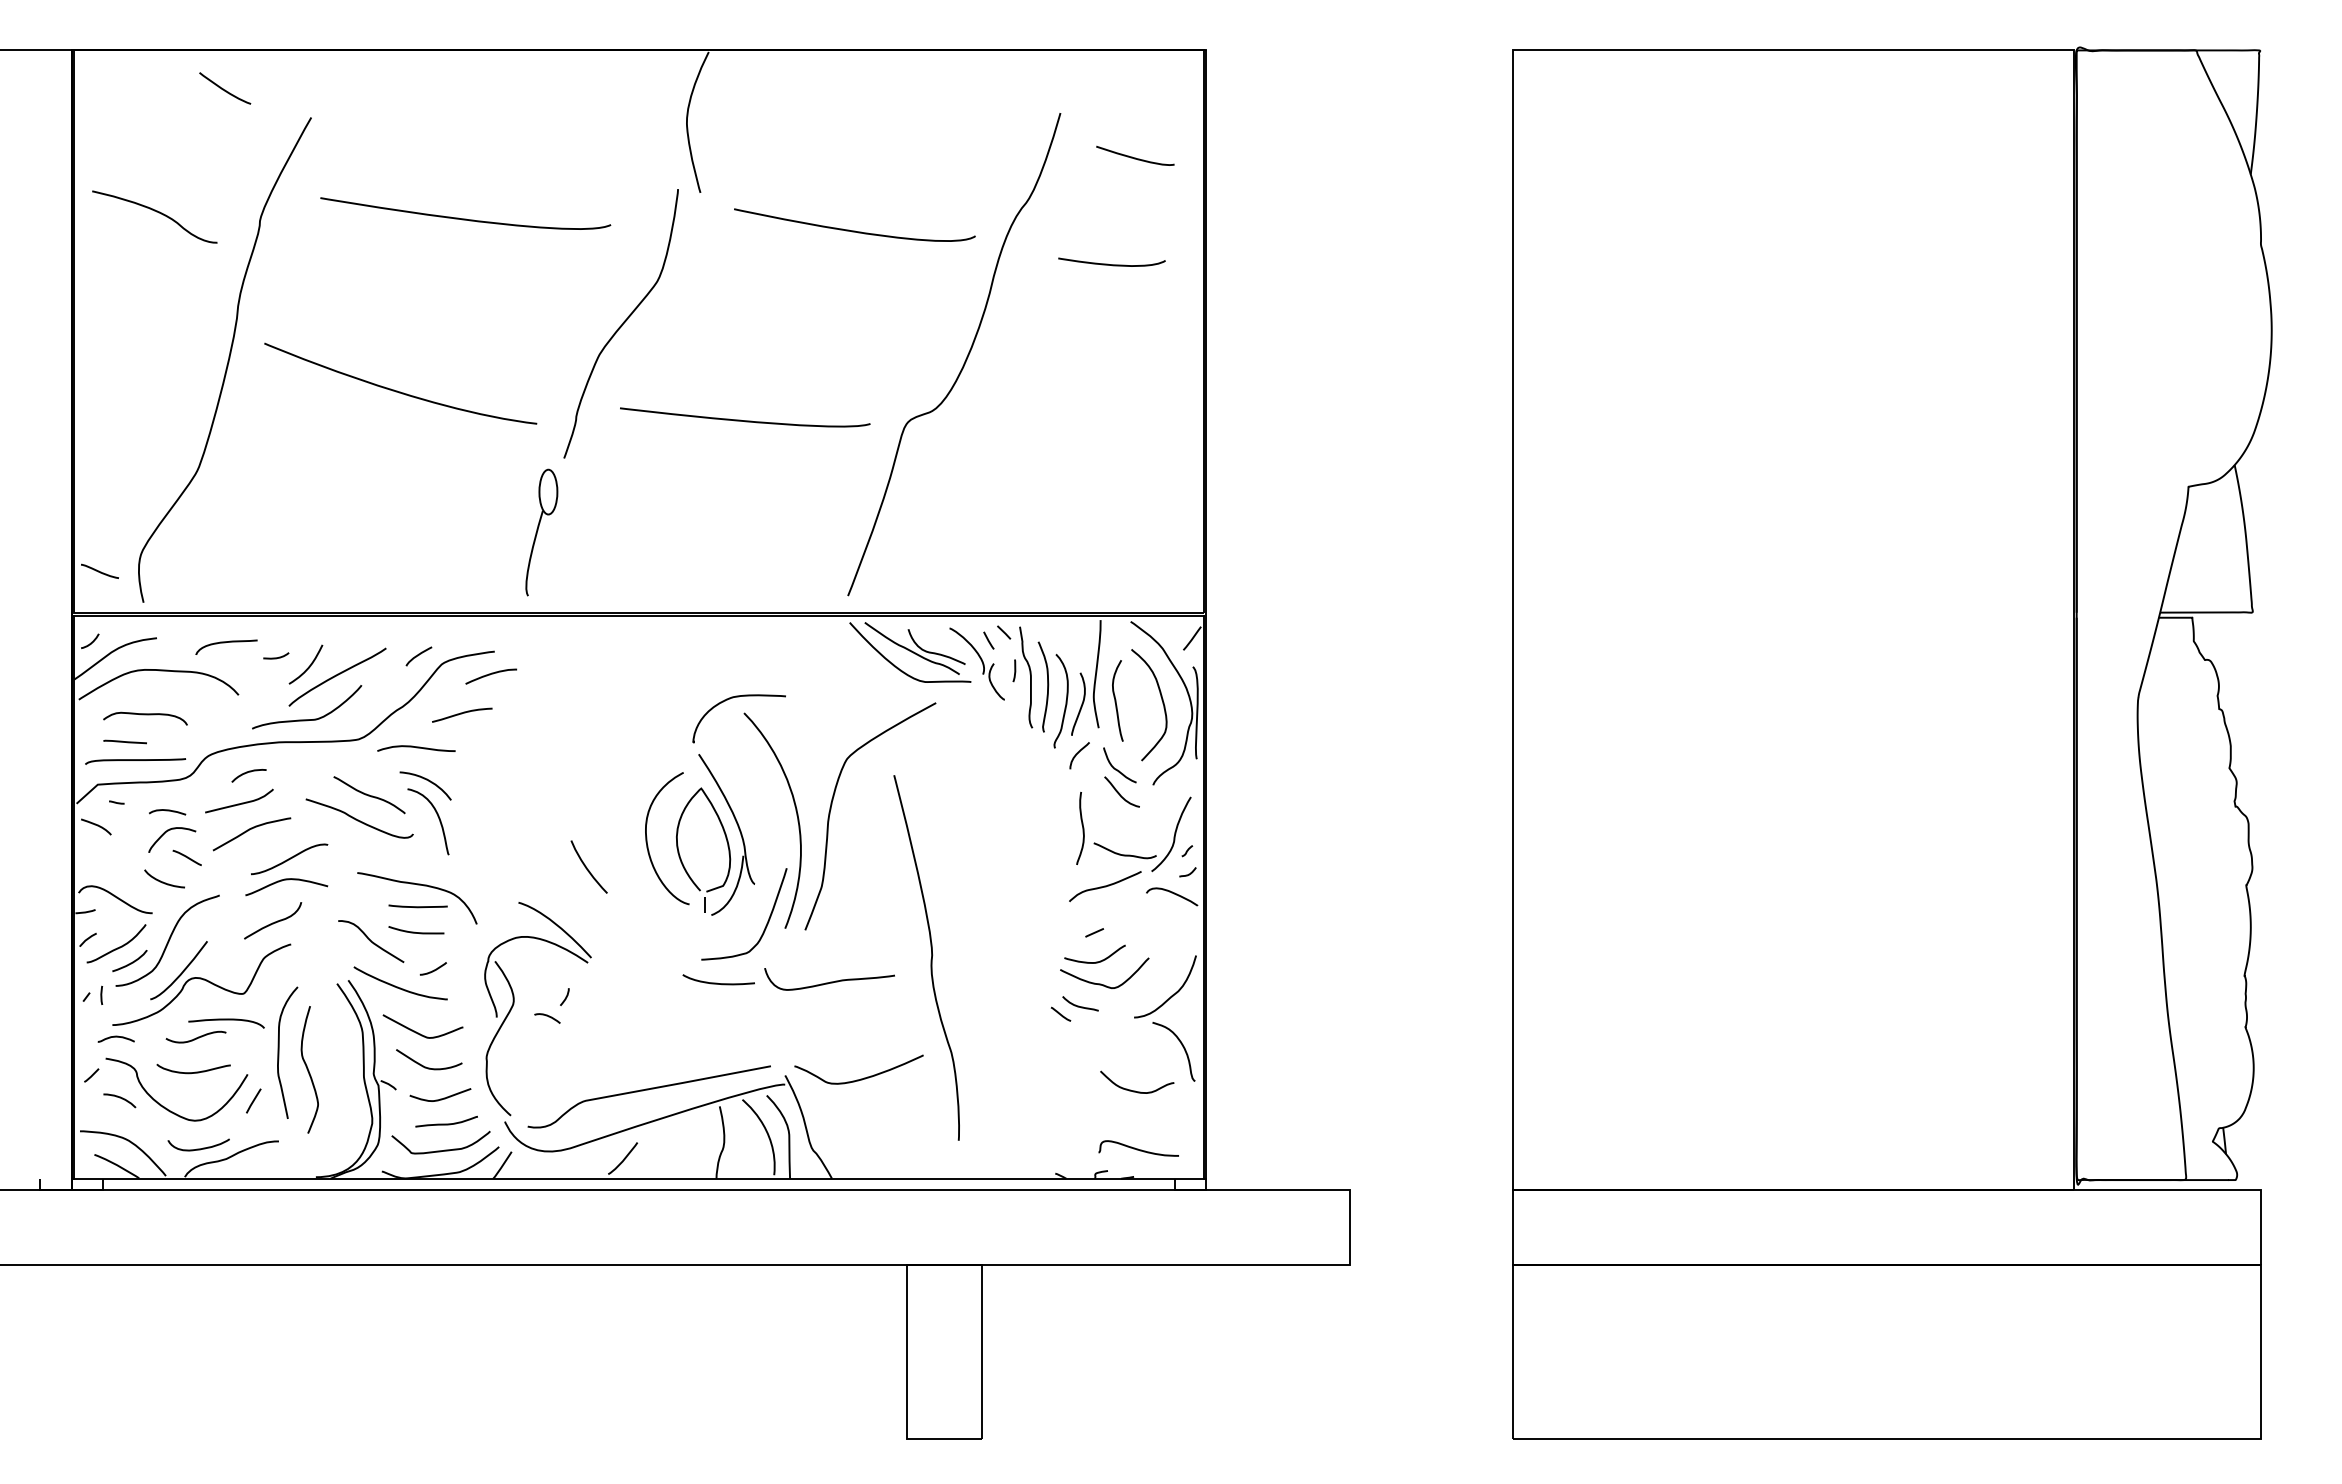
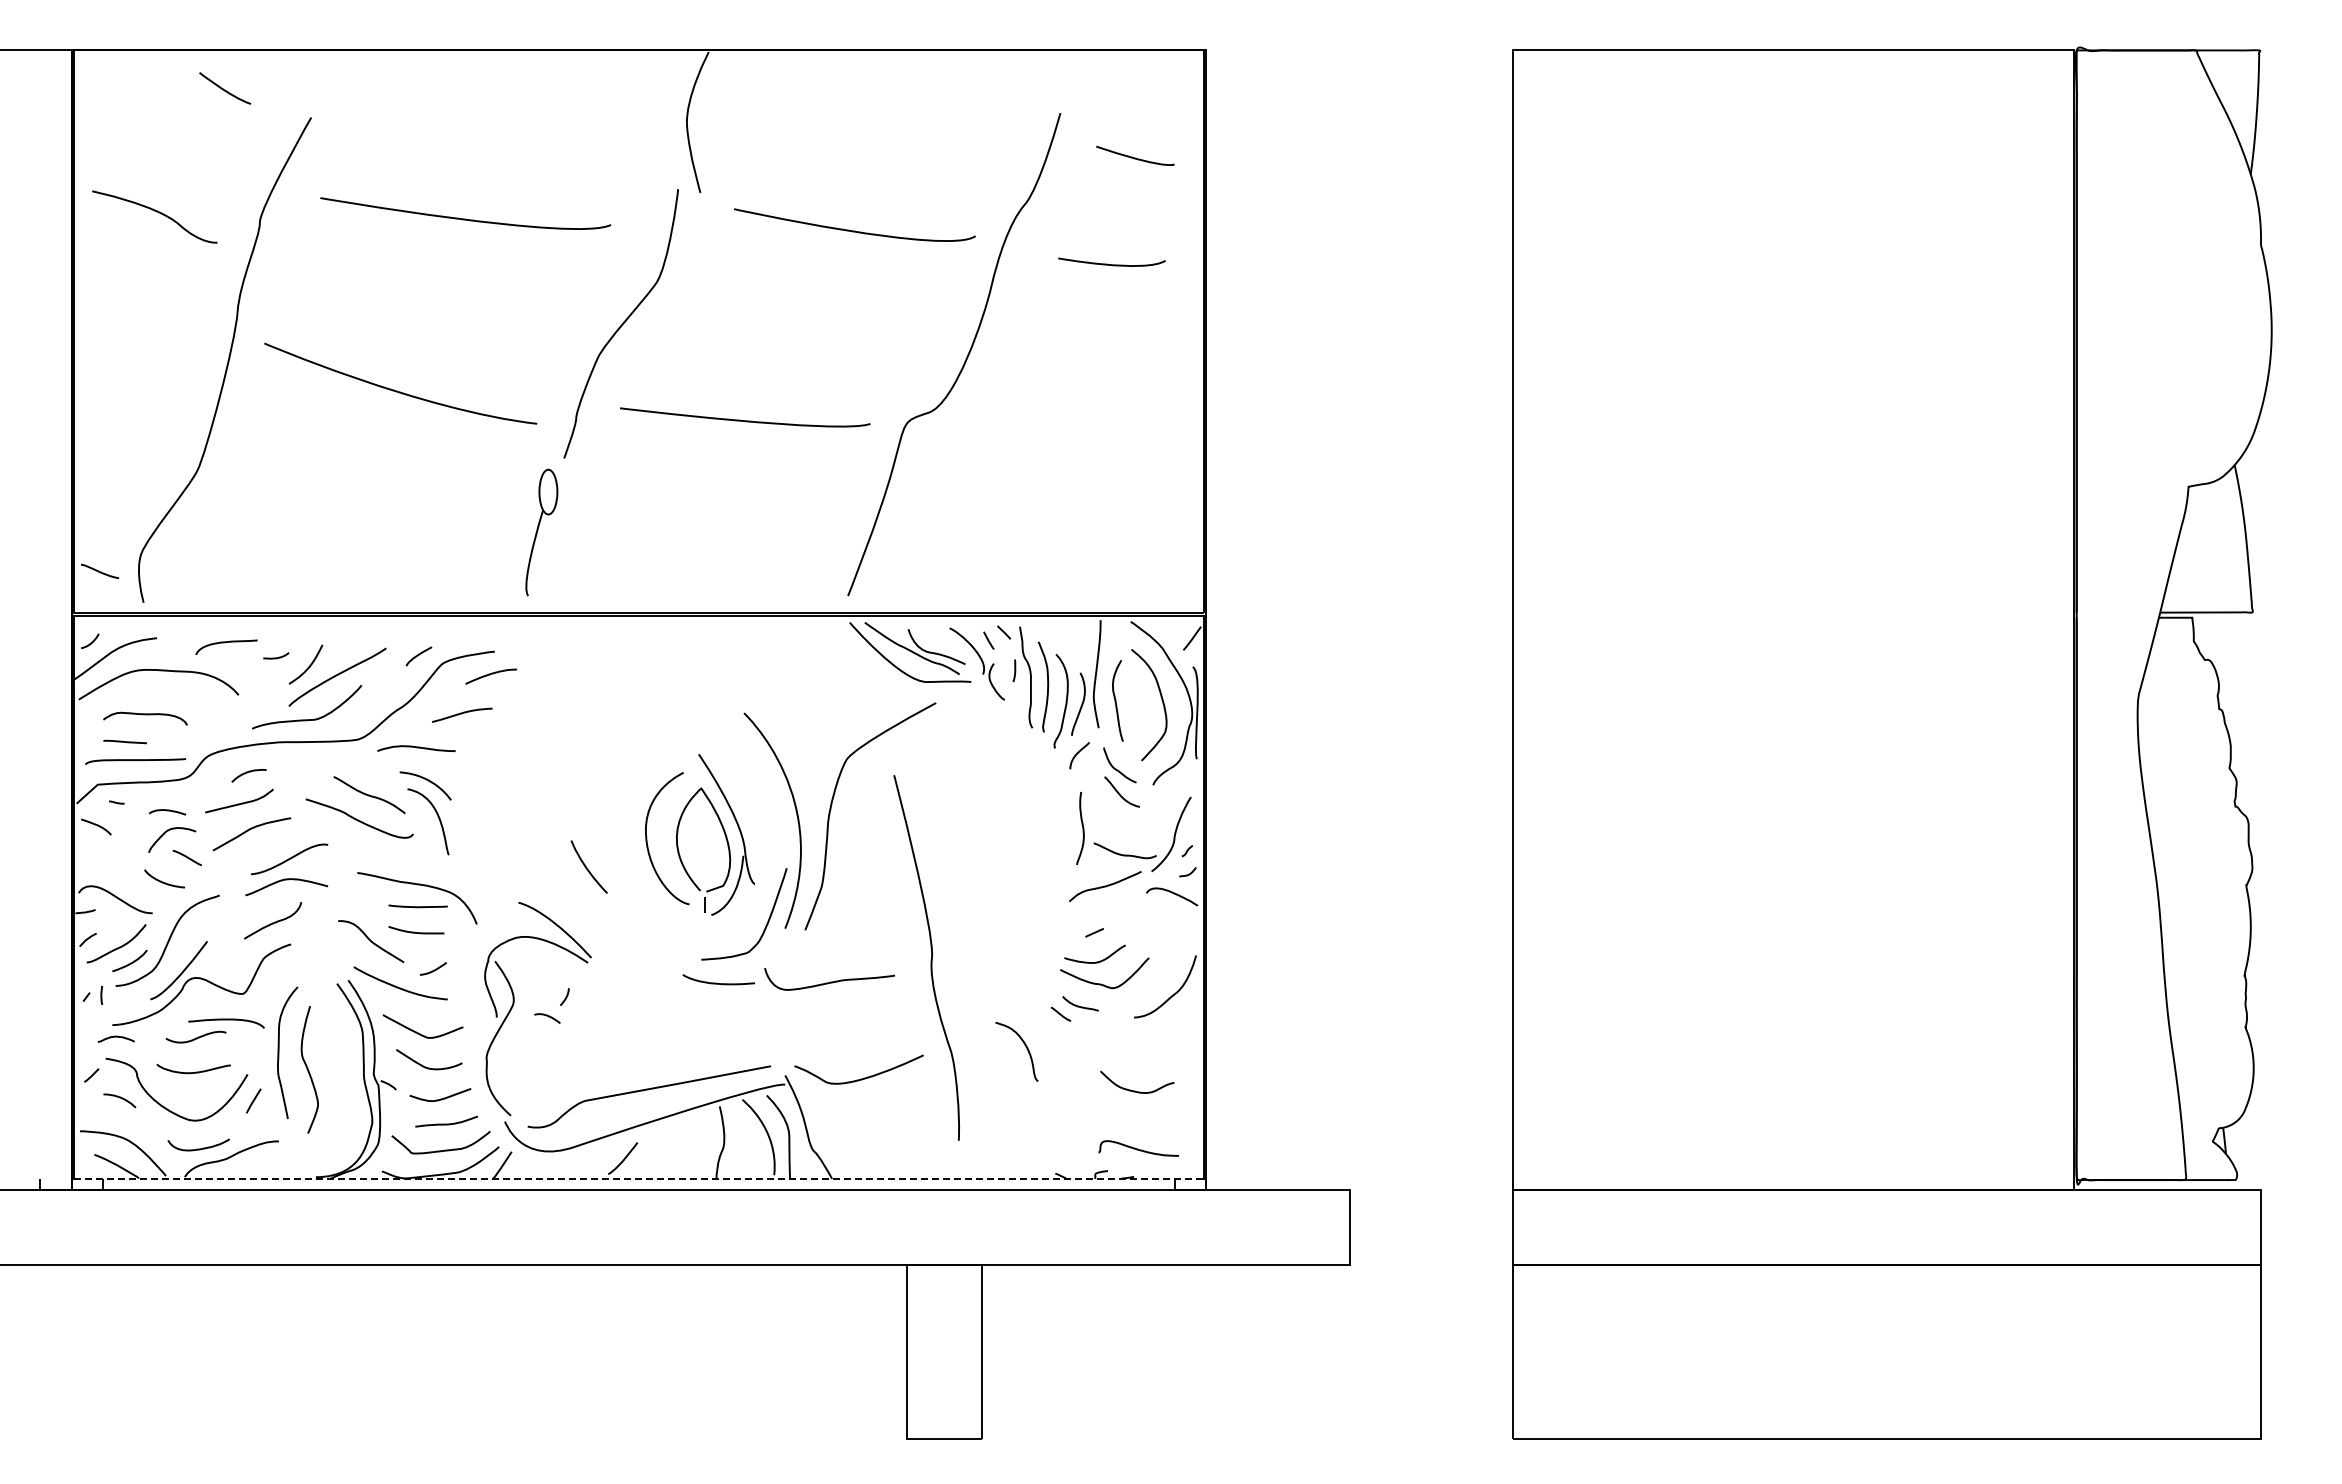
curve at (733, 698): present -> none
curve at (1182, 1047) position: (1182, 1047) -> (1025, 1047)
line at (638, 1178): solid -> dashed
